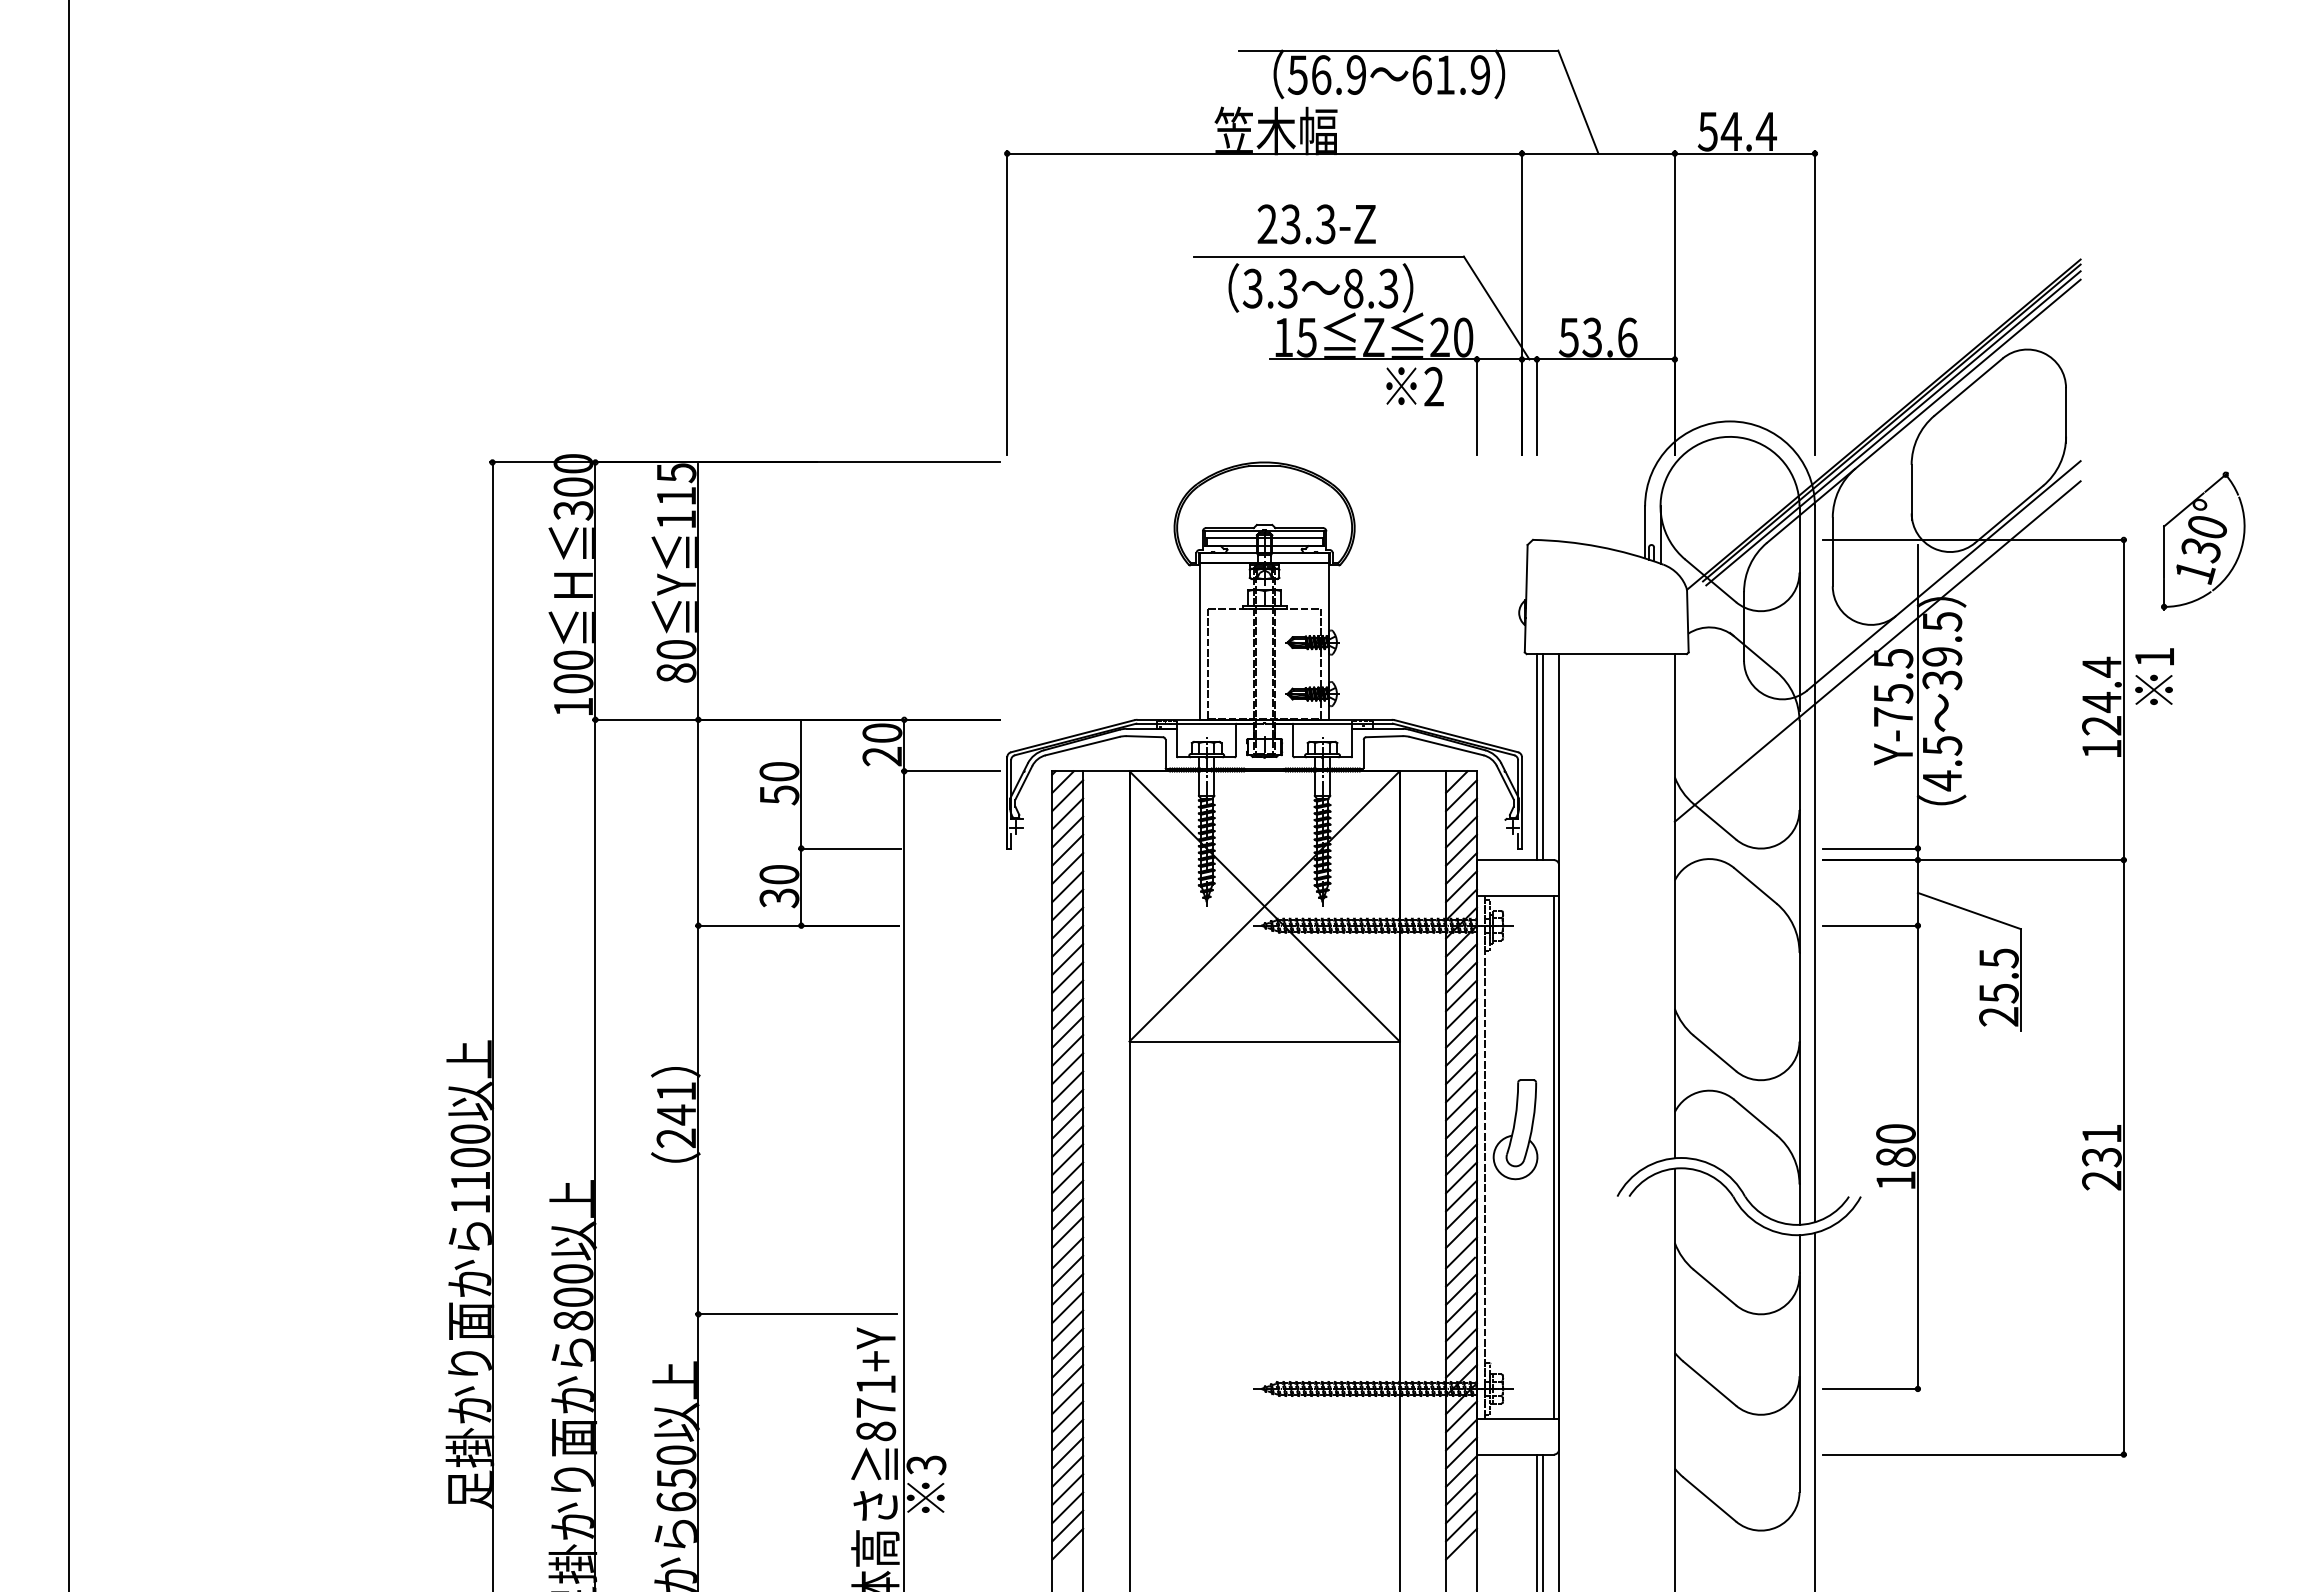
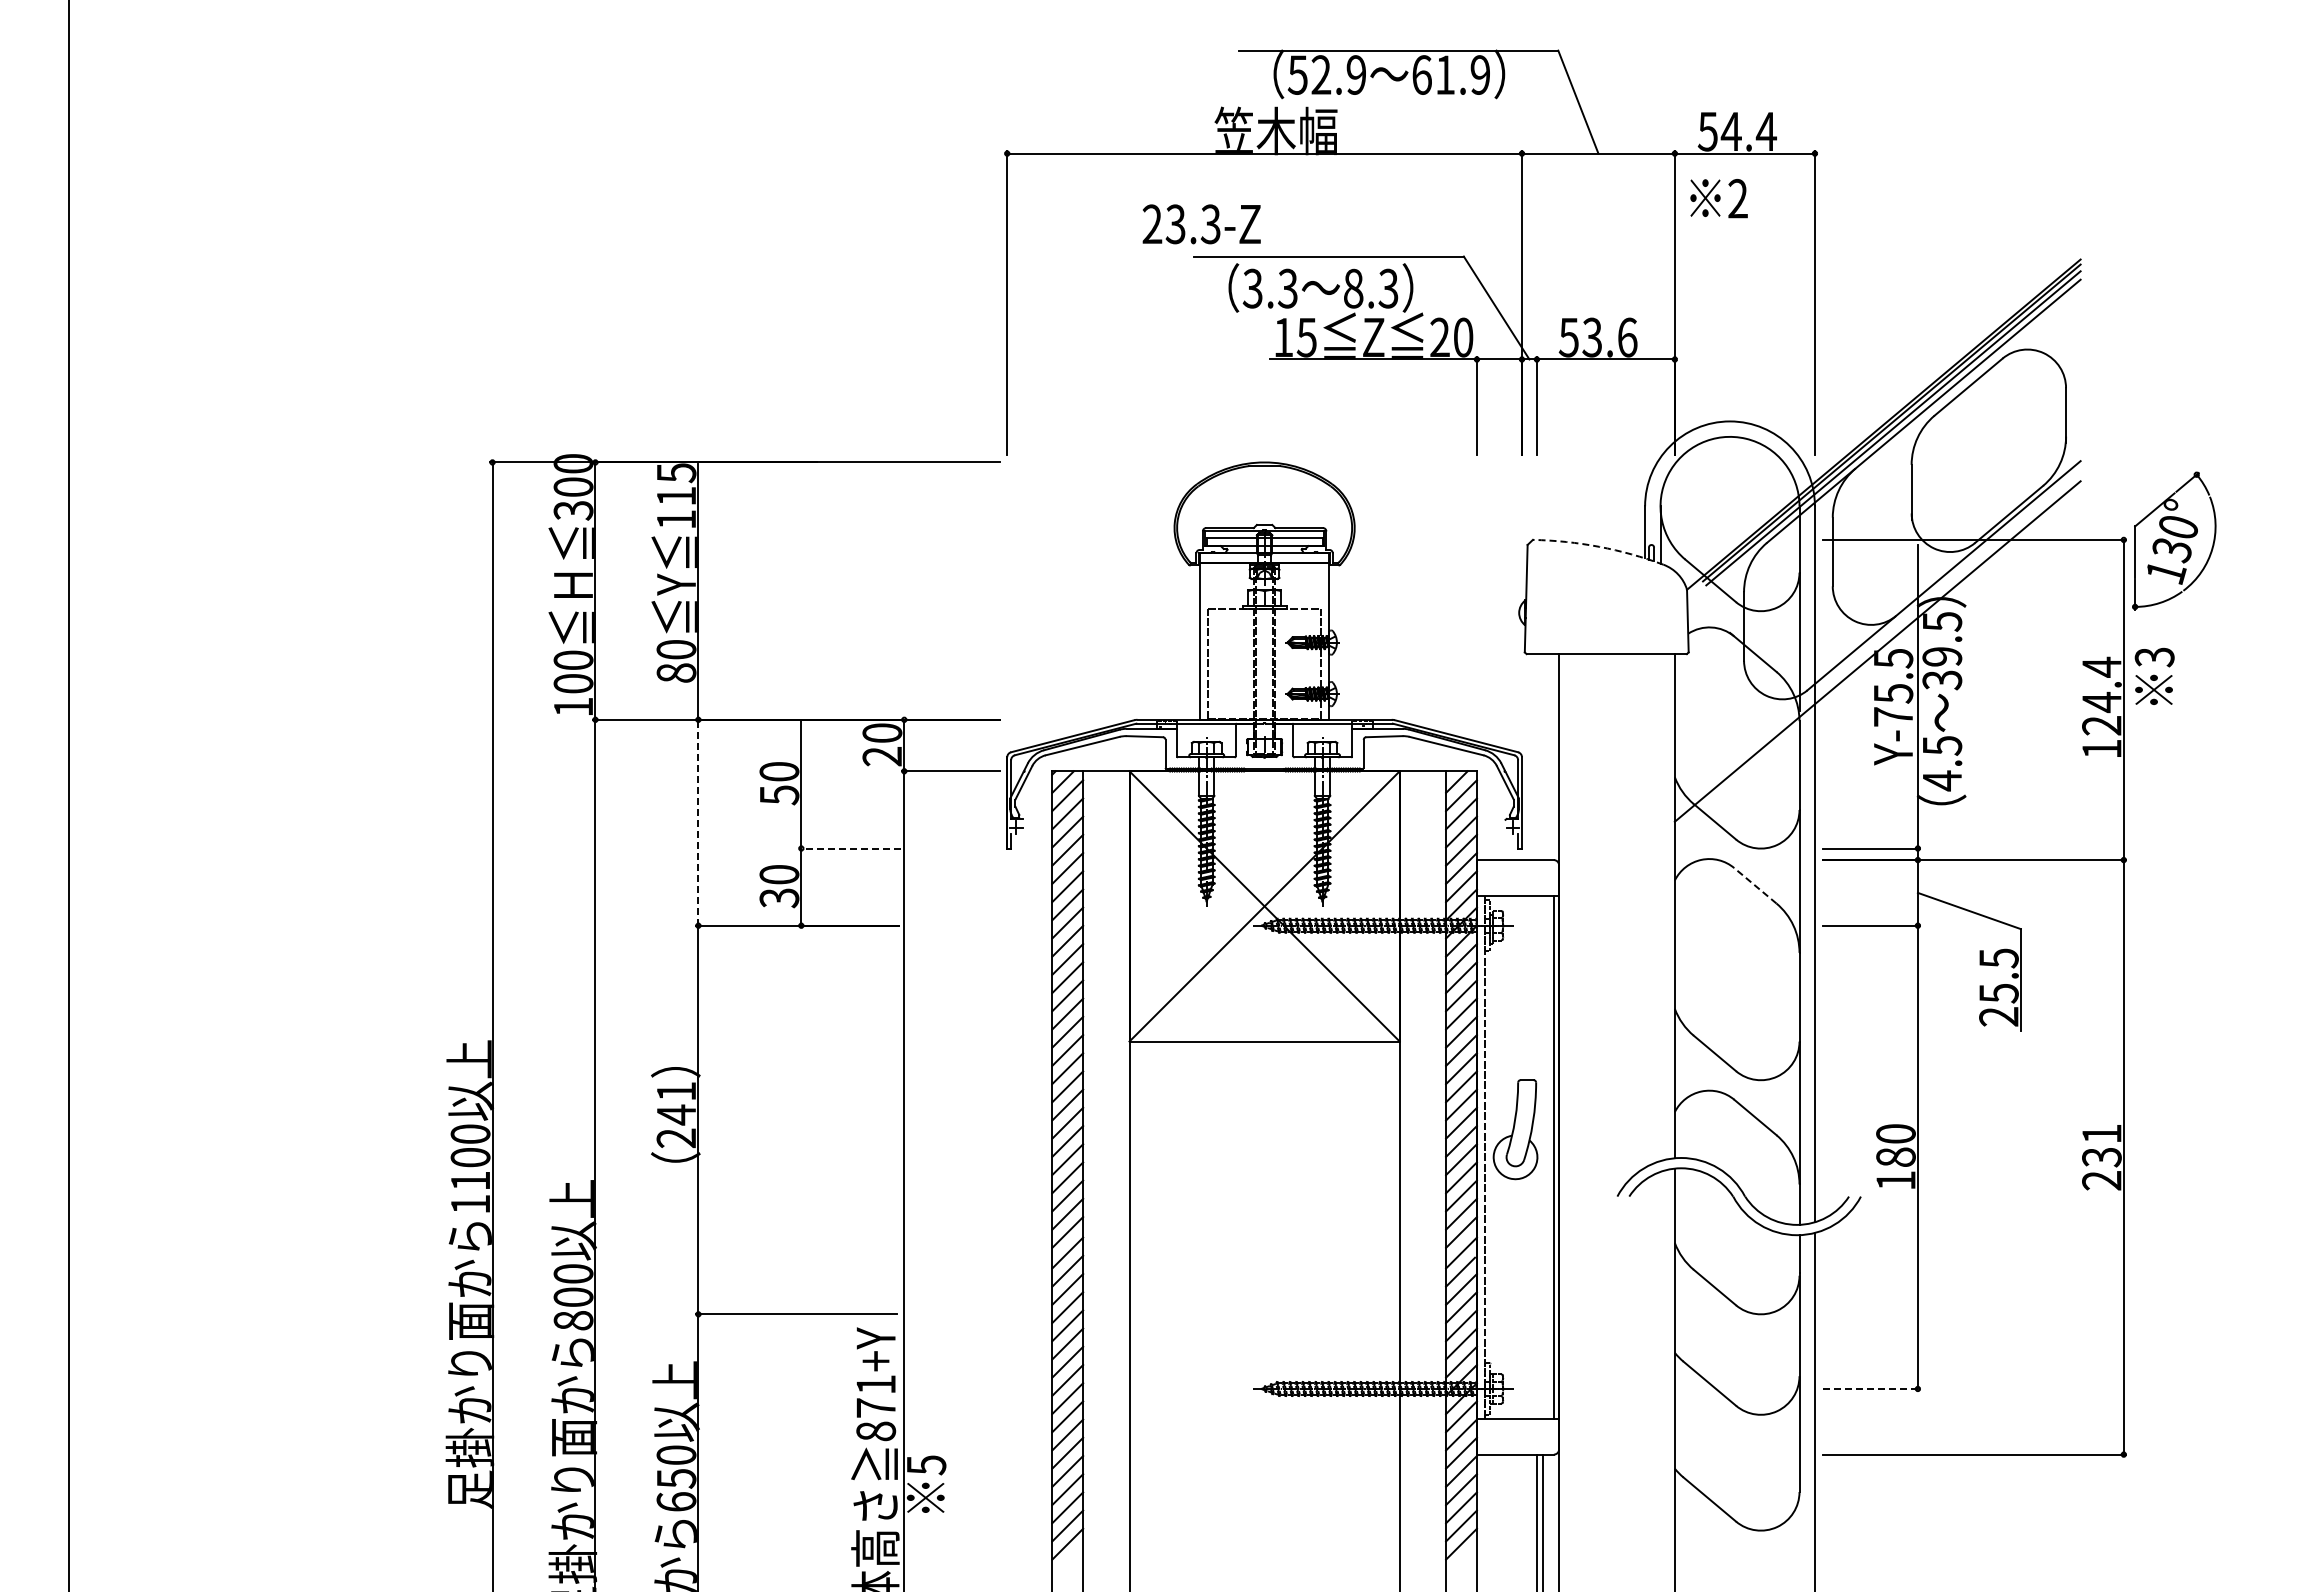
text at (1321, 74): 56.9 -> 52.9
text at (1316, 224) position: (1316, 224) -> (1201, 224)
text at (1414, 386) position: (1414, 386) -> (1718, 198)
part at (2203, 540) position: (2203, 540) -> (2174, 540)
arc at (1599, 546): solid -> dashed
text at (2154, 657): 1 -> 3
line at (1536, 757): present -> none
line at (1542, 757): present -> none
line at (698, 822): solid -> dashed
line at (849, 848): solid -> dashed
line at (1755, 885): solid -> dashed
line at (1871, 1388): solid -> dashed
text at (925, 1465): 3 -> 5
